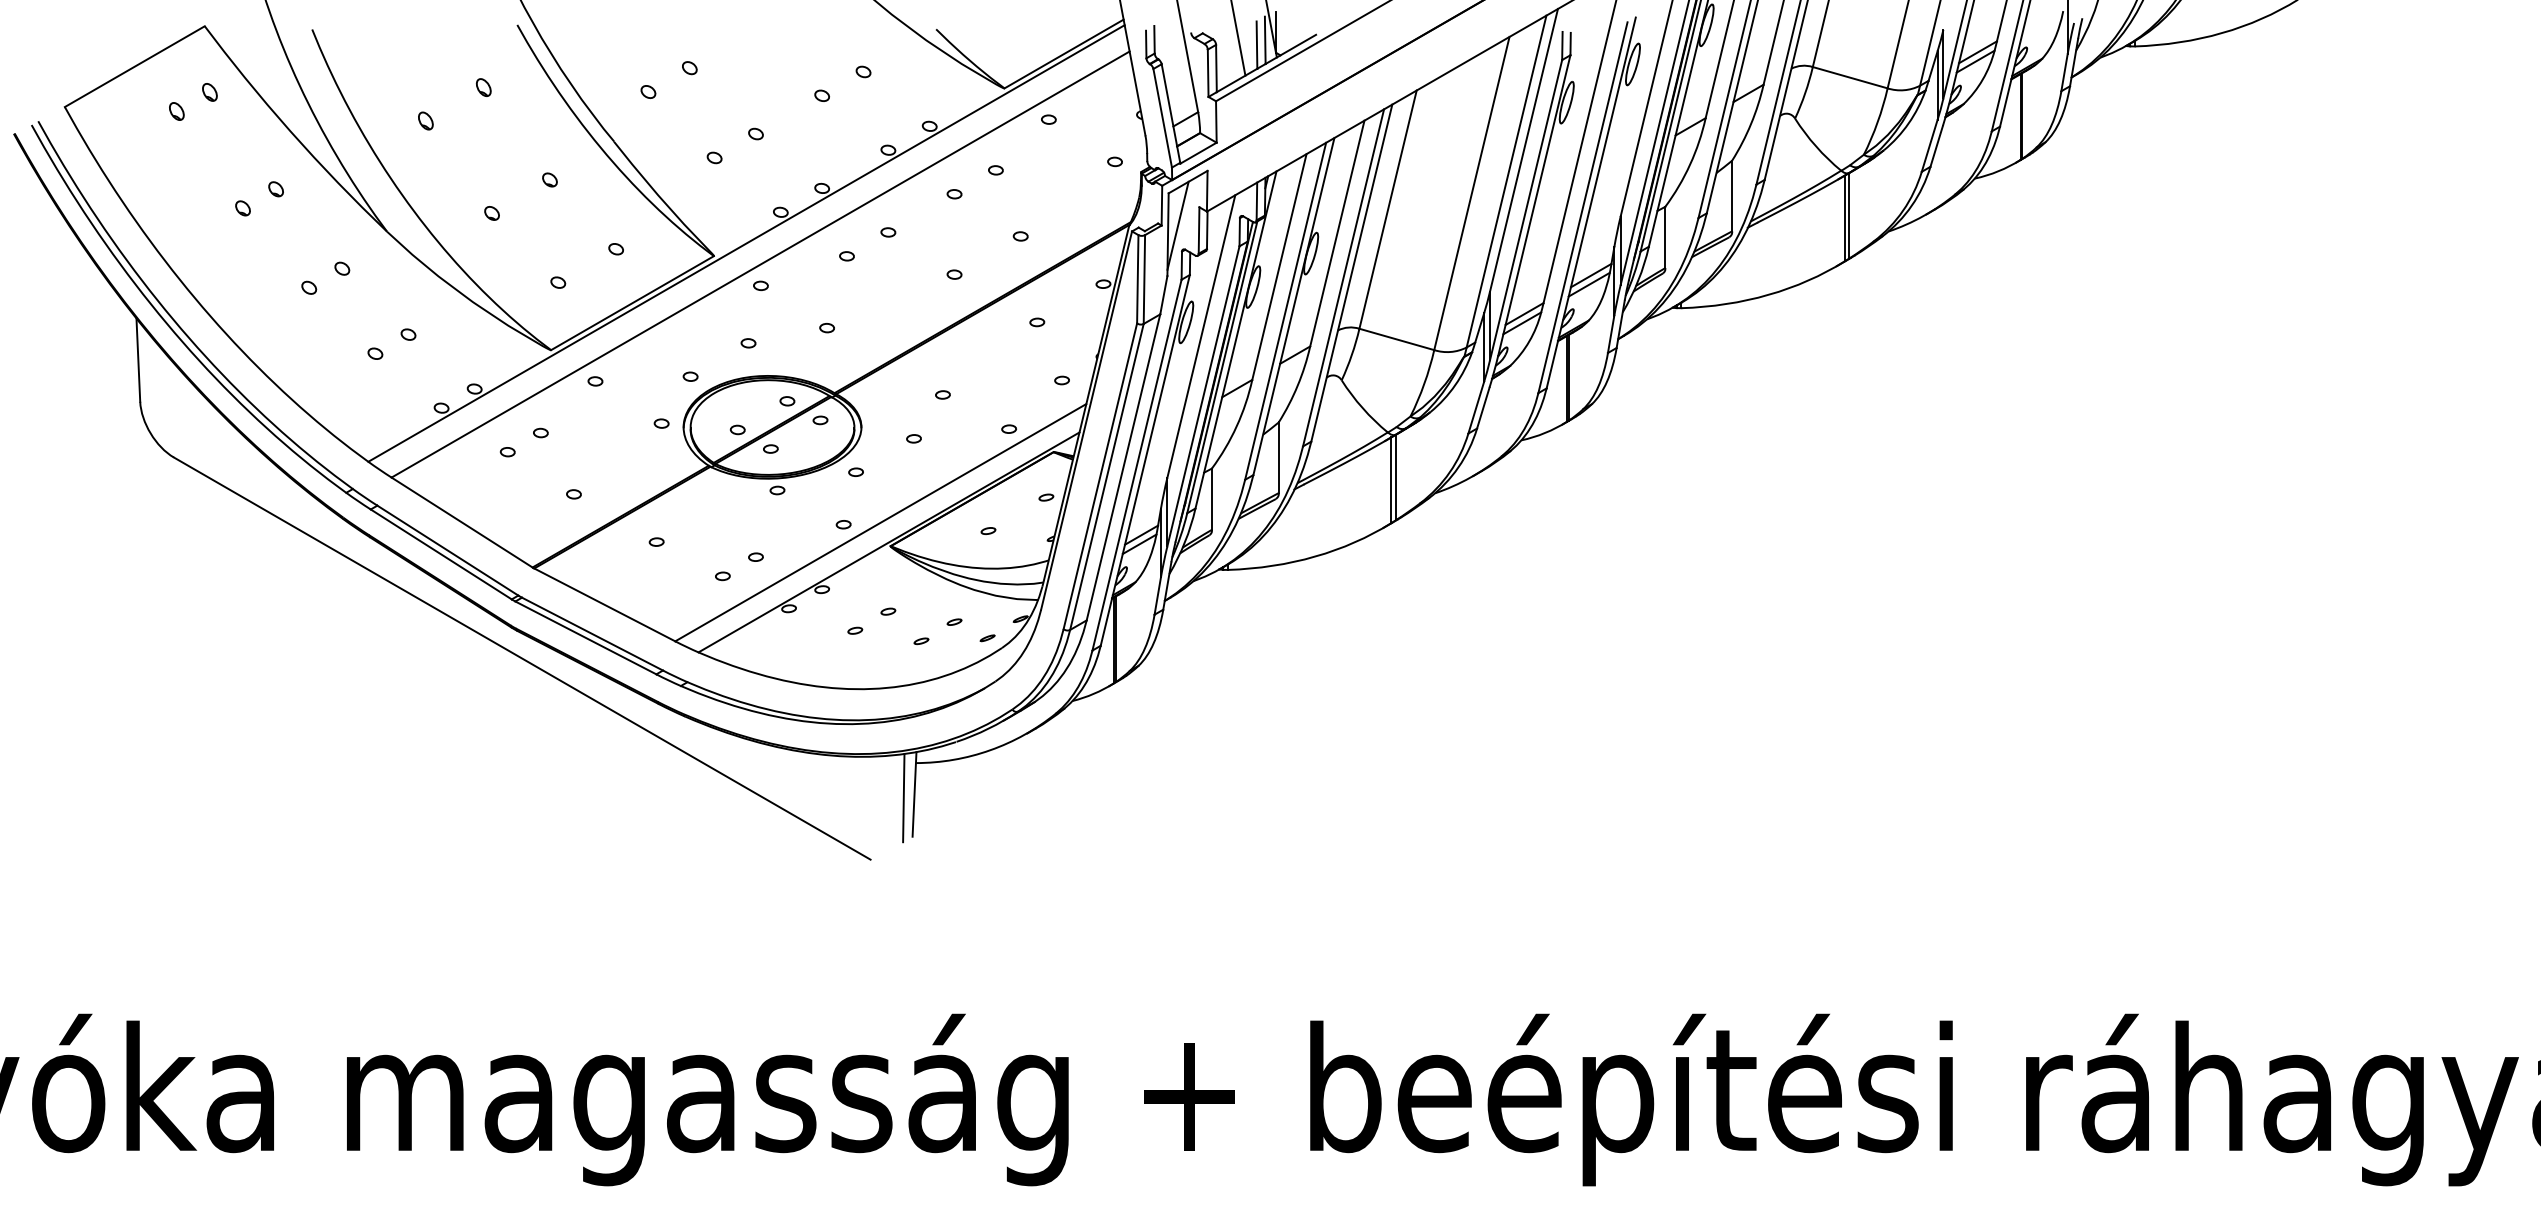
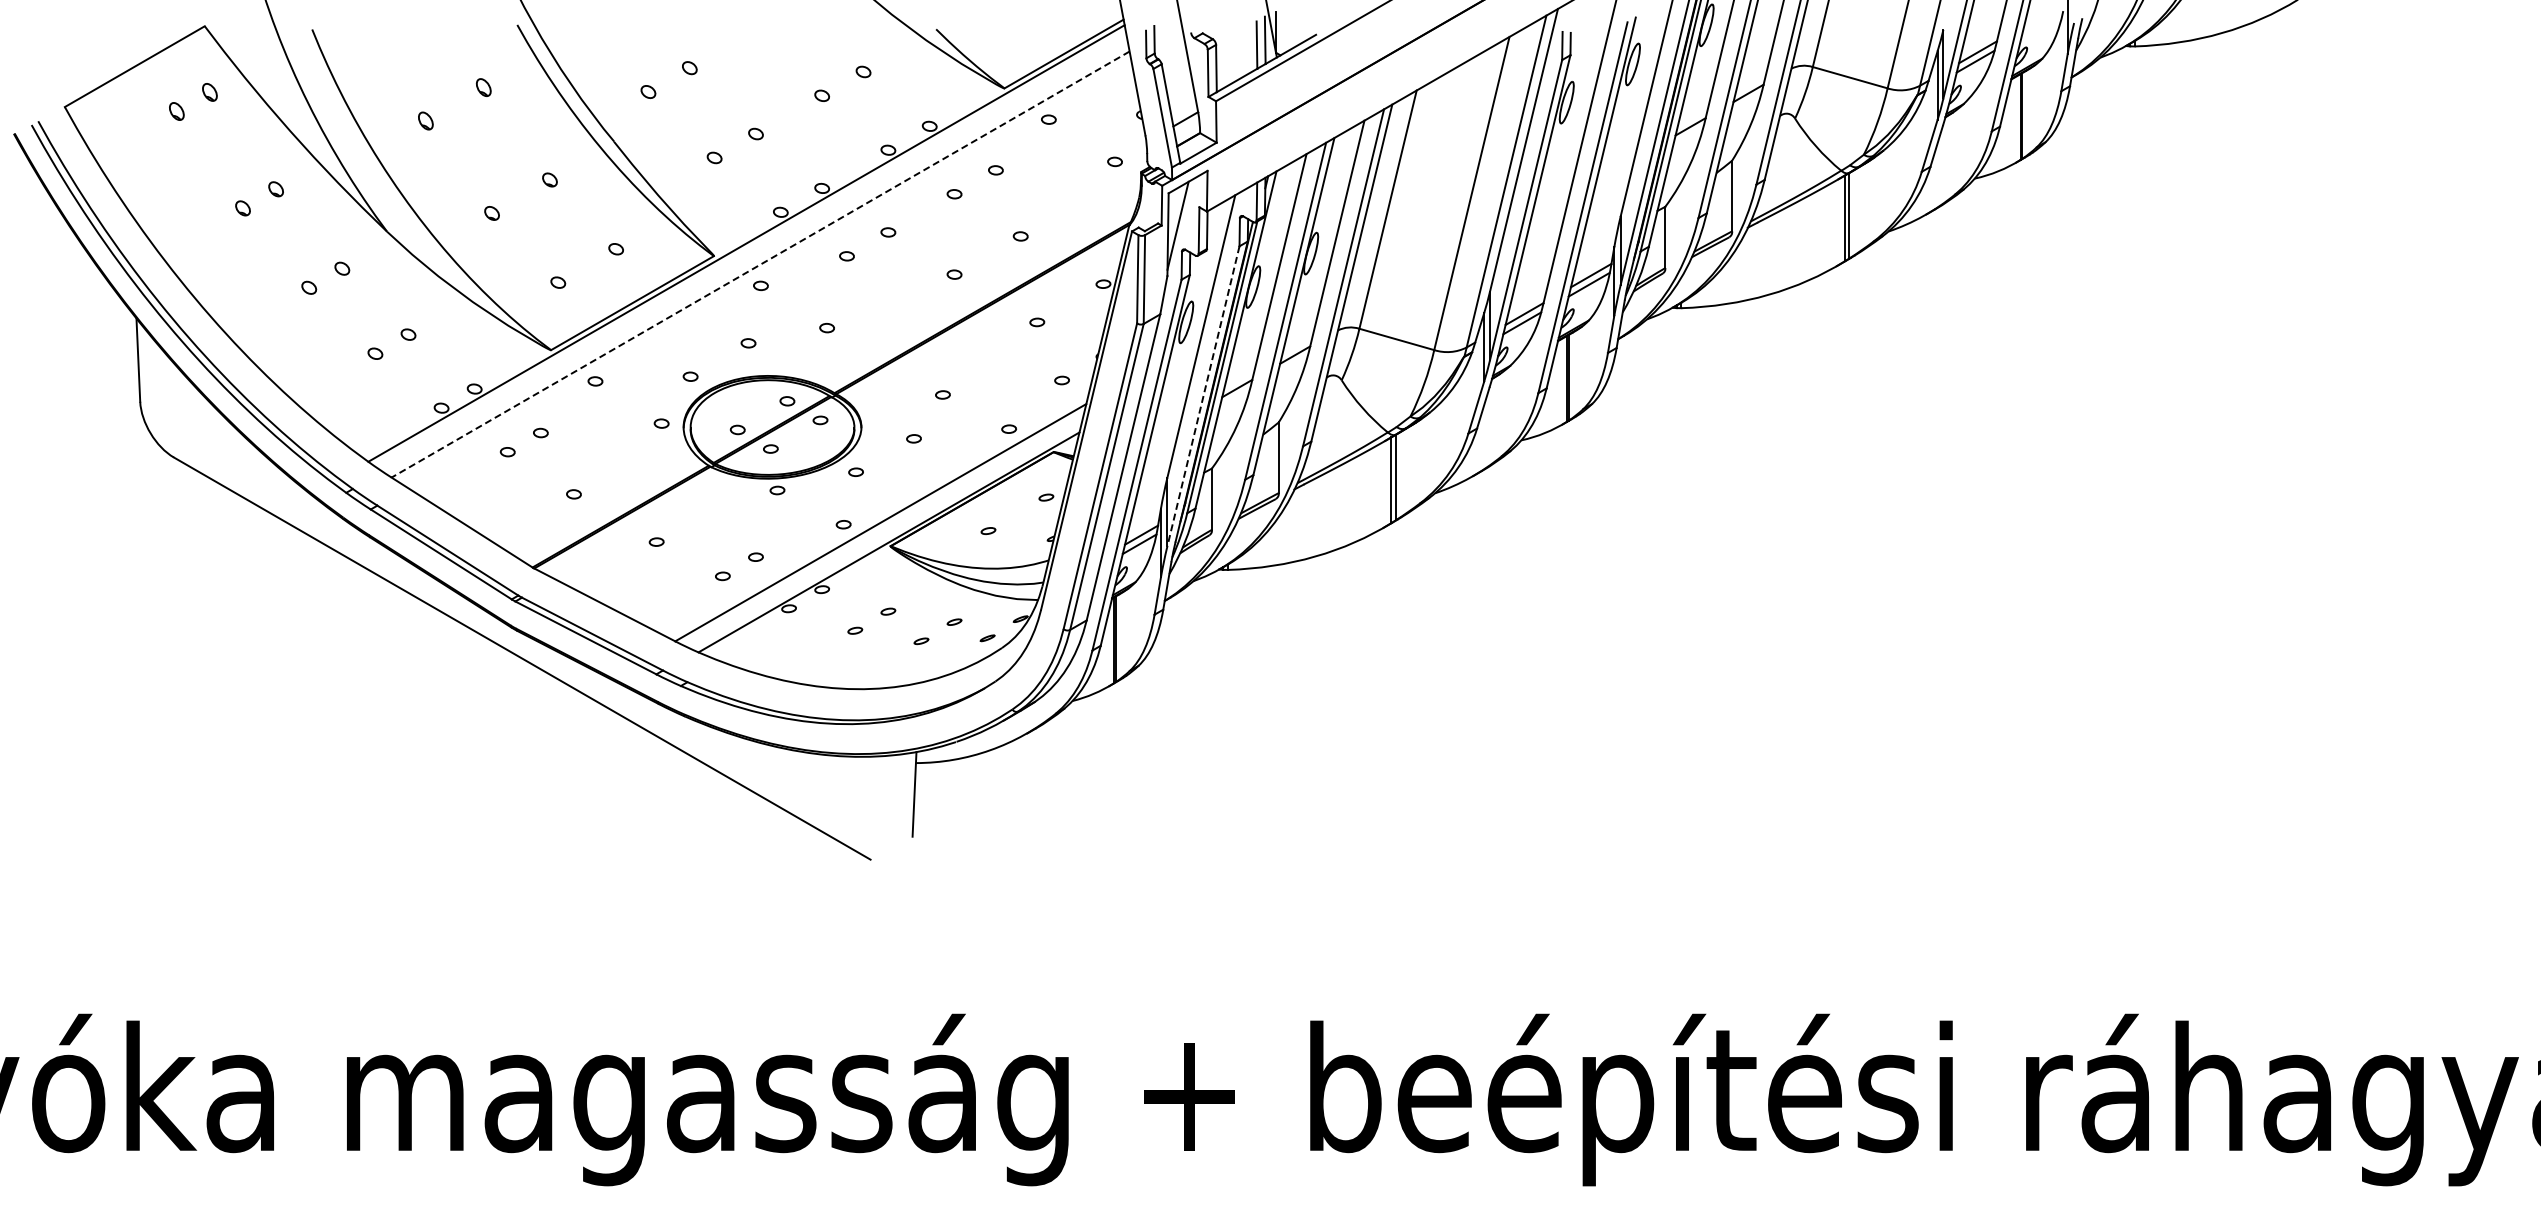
line at (1238, 38): present -> none
line at (760, 264): solid -> dashed
line at (1203, 396): solid -> dashed
line at (903, 797): present -> none
